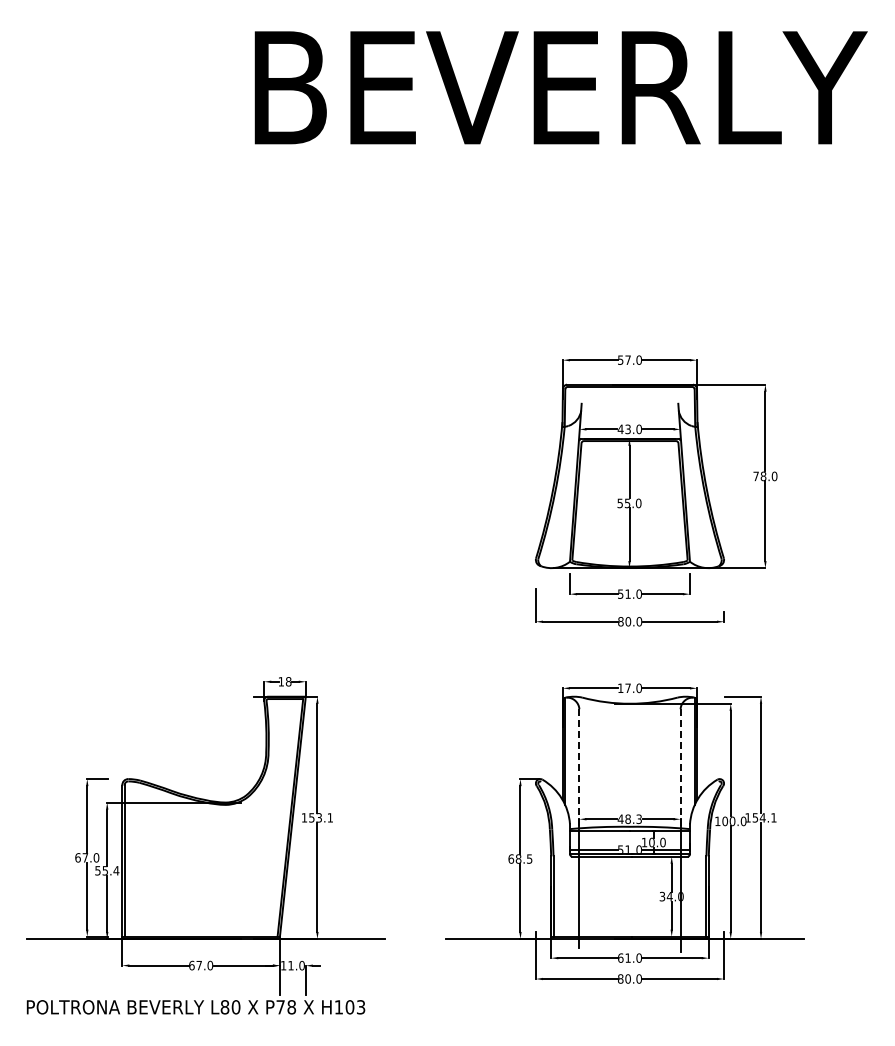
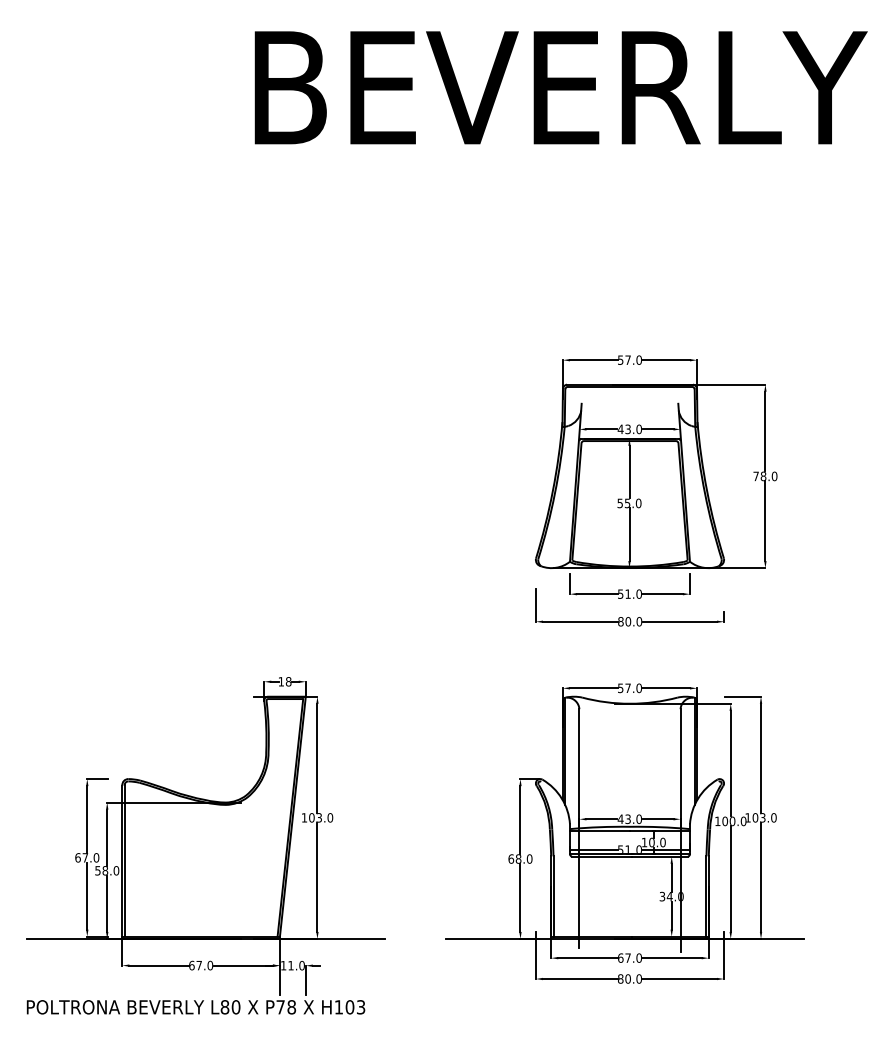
text at (620, 688): 17.0 -> 57.0
line at (579, 768): dashed -> solid
line at (680, 769): dashed -> solid
text at (321, 817): 153.1 -> 103.0
text at (764, 817): 154.1 -> 103.0
text at (633, 818): 48.3 -> 43.0
text at (529, 858): 68.5 -> 68.0
text at (110, 870): 55.4 -> 58.0
text at (627, 957): 61.0 -> 67.0
